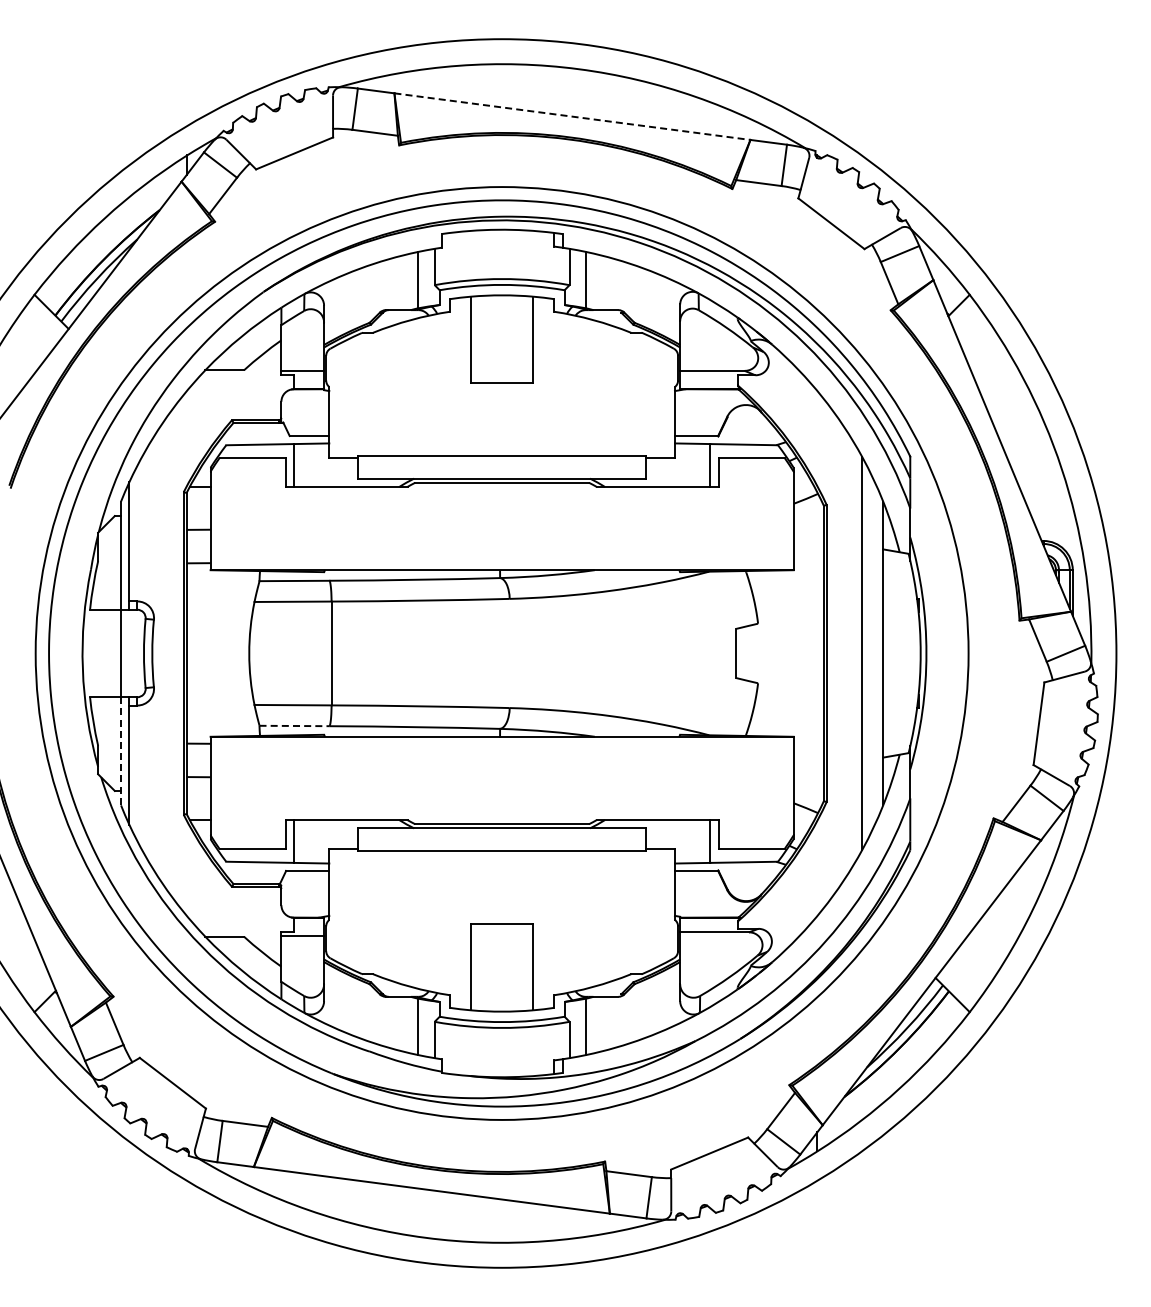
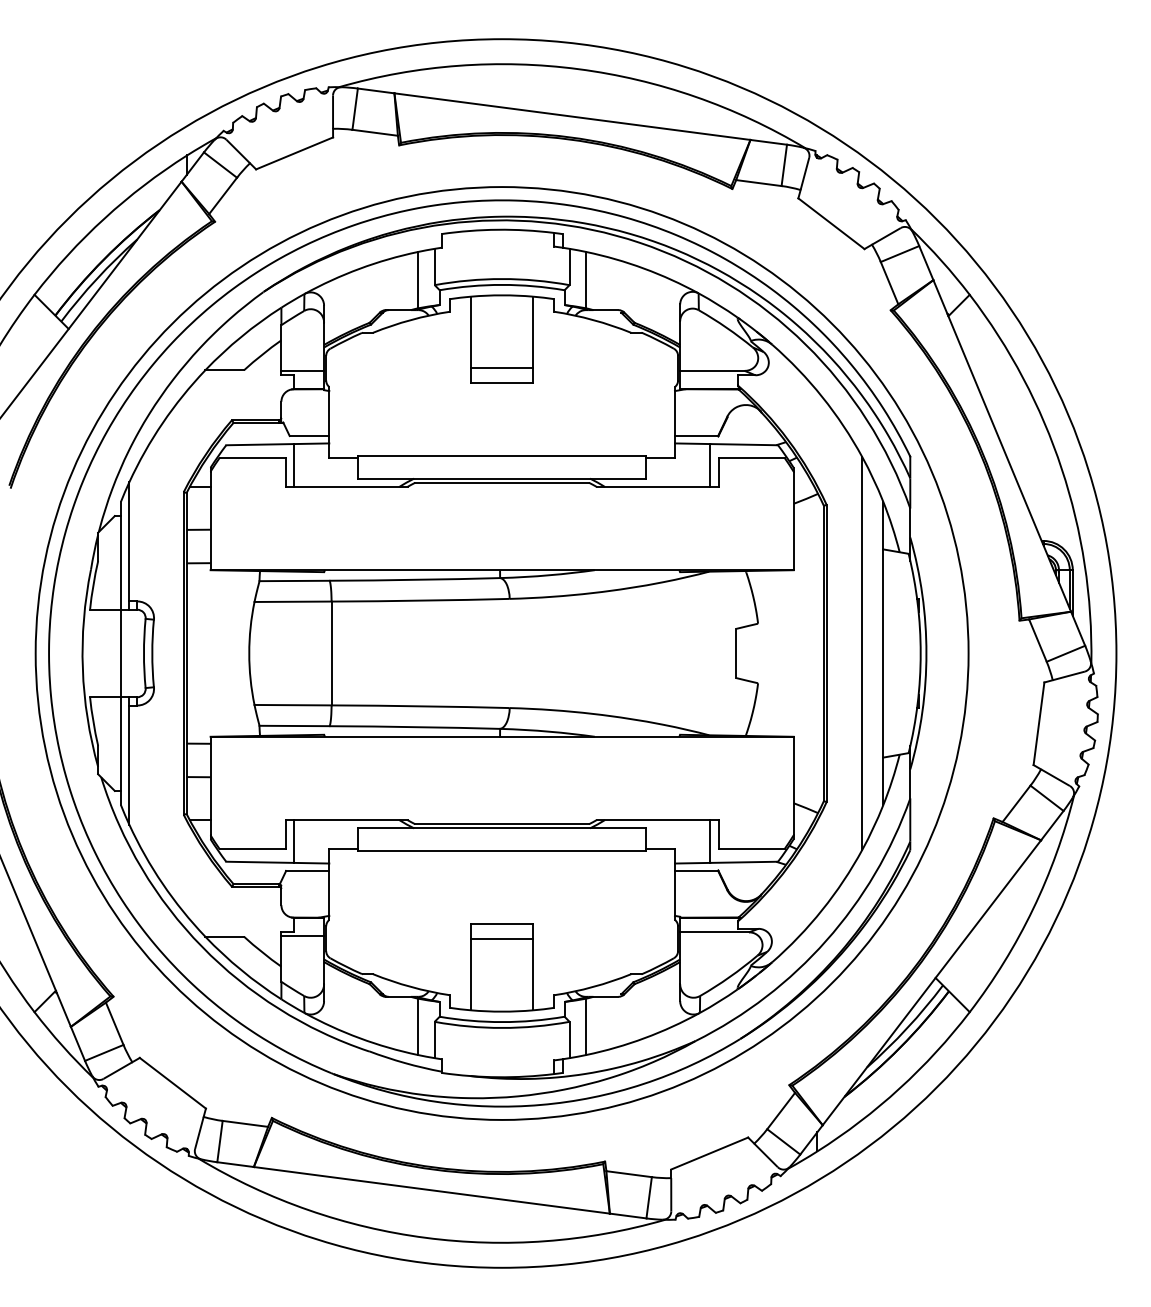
line at (572, 116): dashed -> solid
line at (501, 368): none -> present
line at (294, 725): dashed -> solid
line at (121, 751): dashed -> solid
line at (501, 938): none -> present
